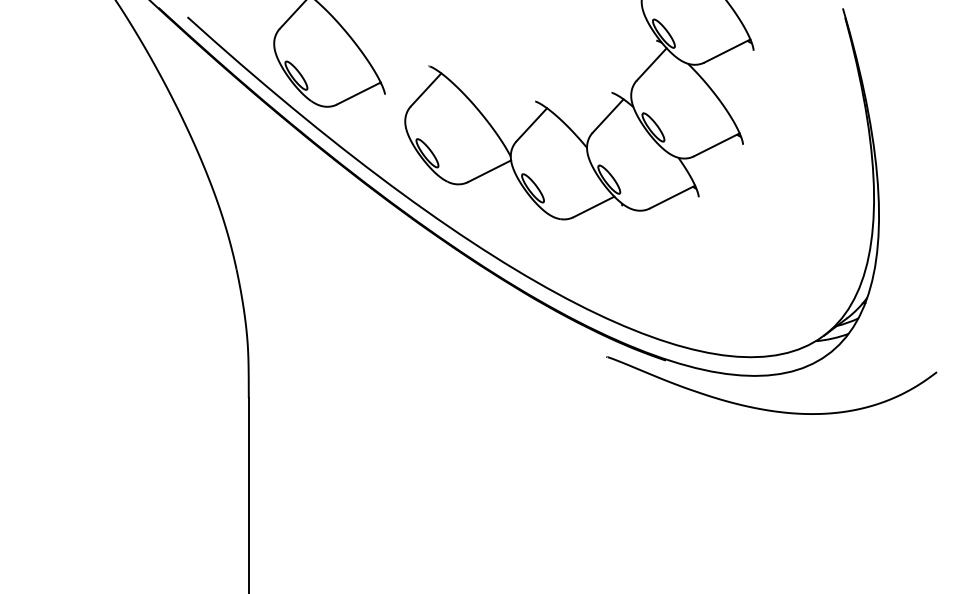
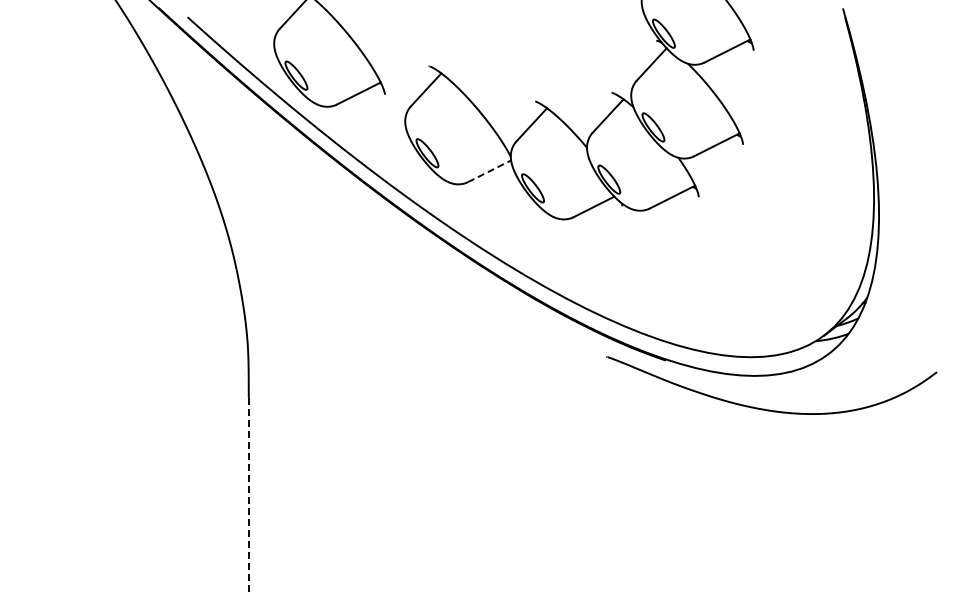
line at (490, 171): solid -> dashed
line at (248, 495): solid -> dashed
